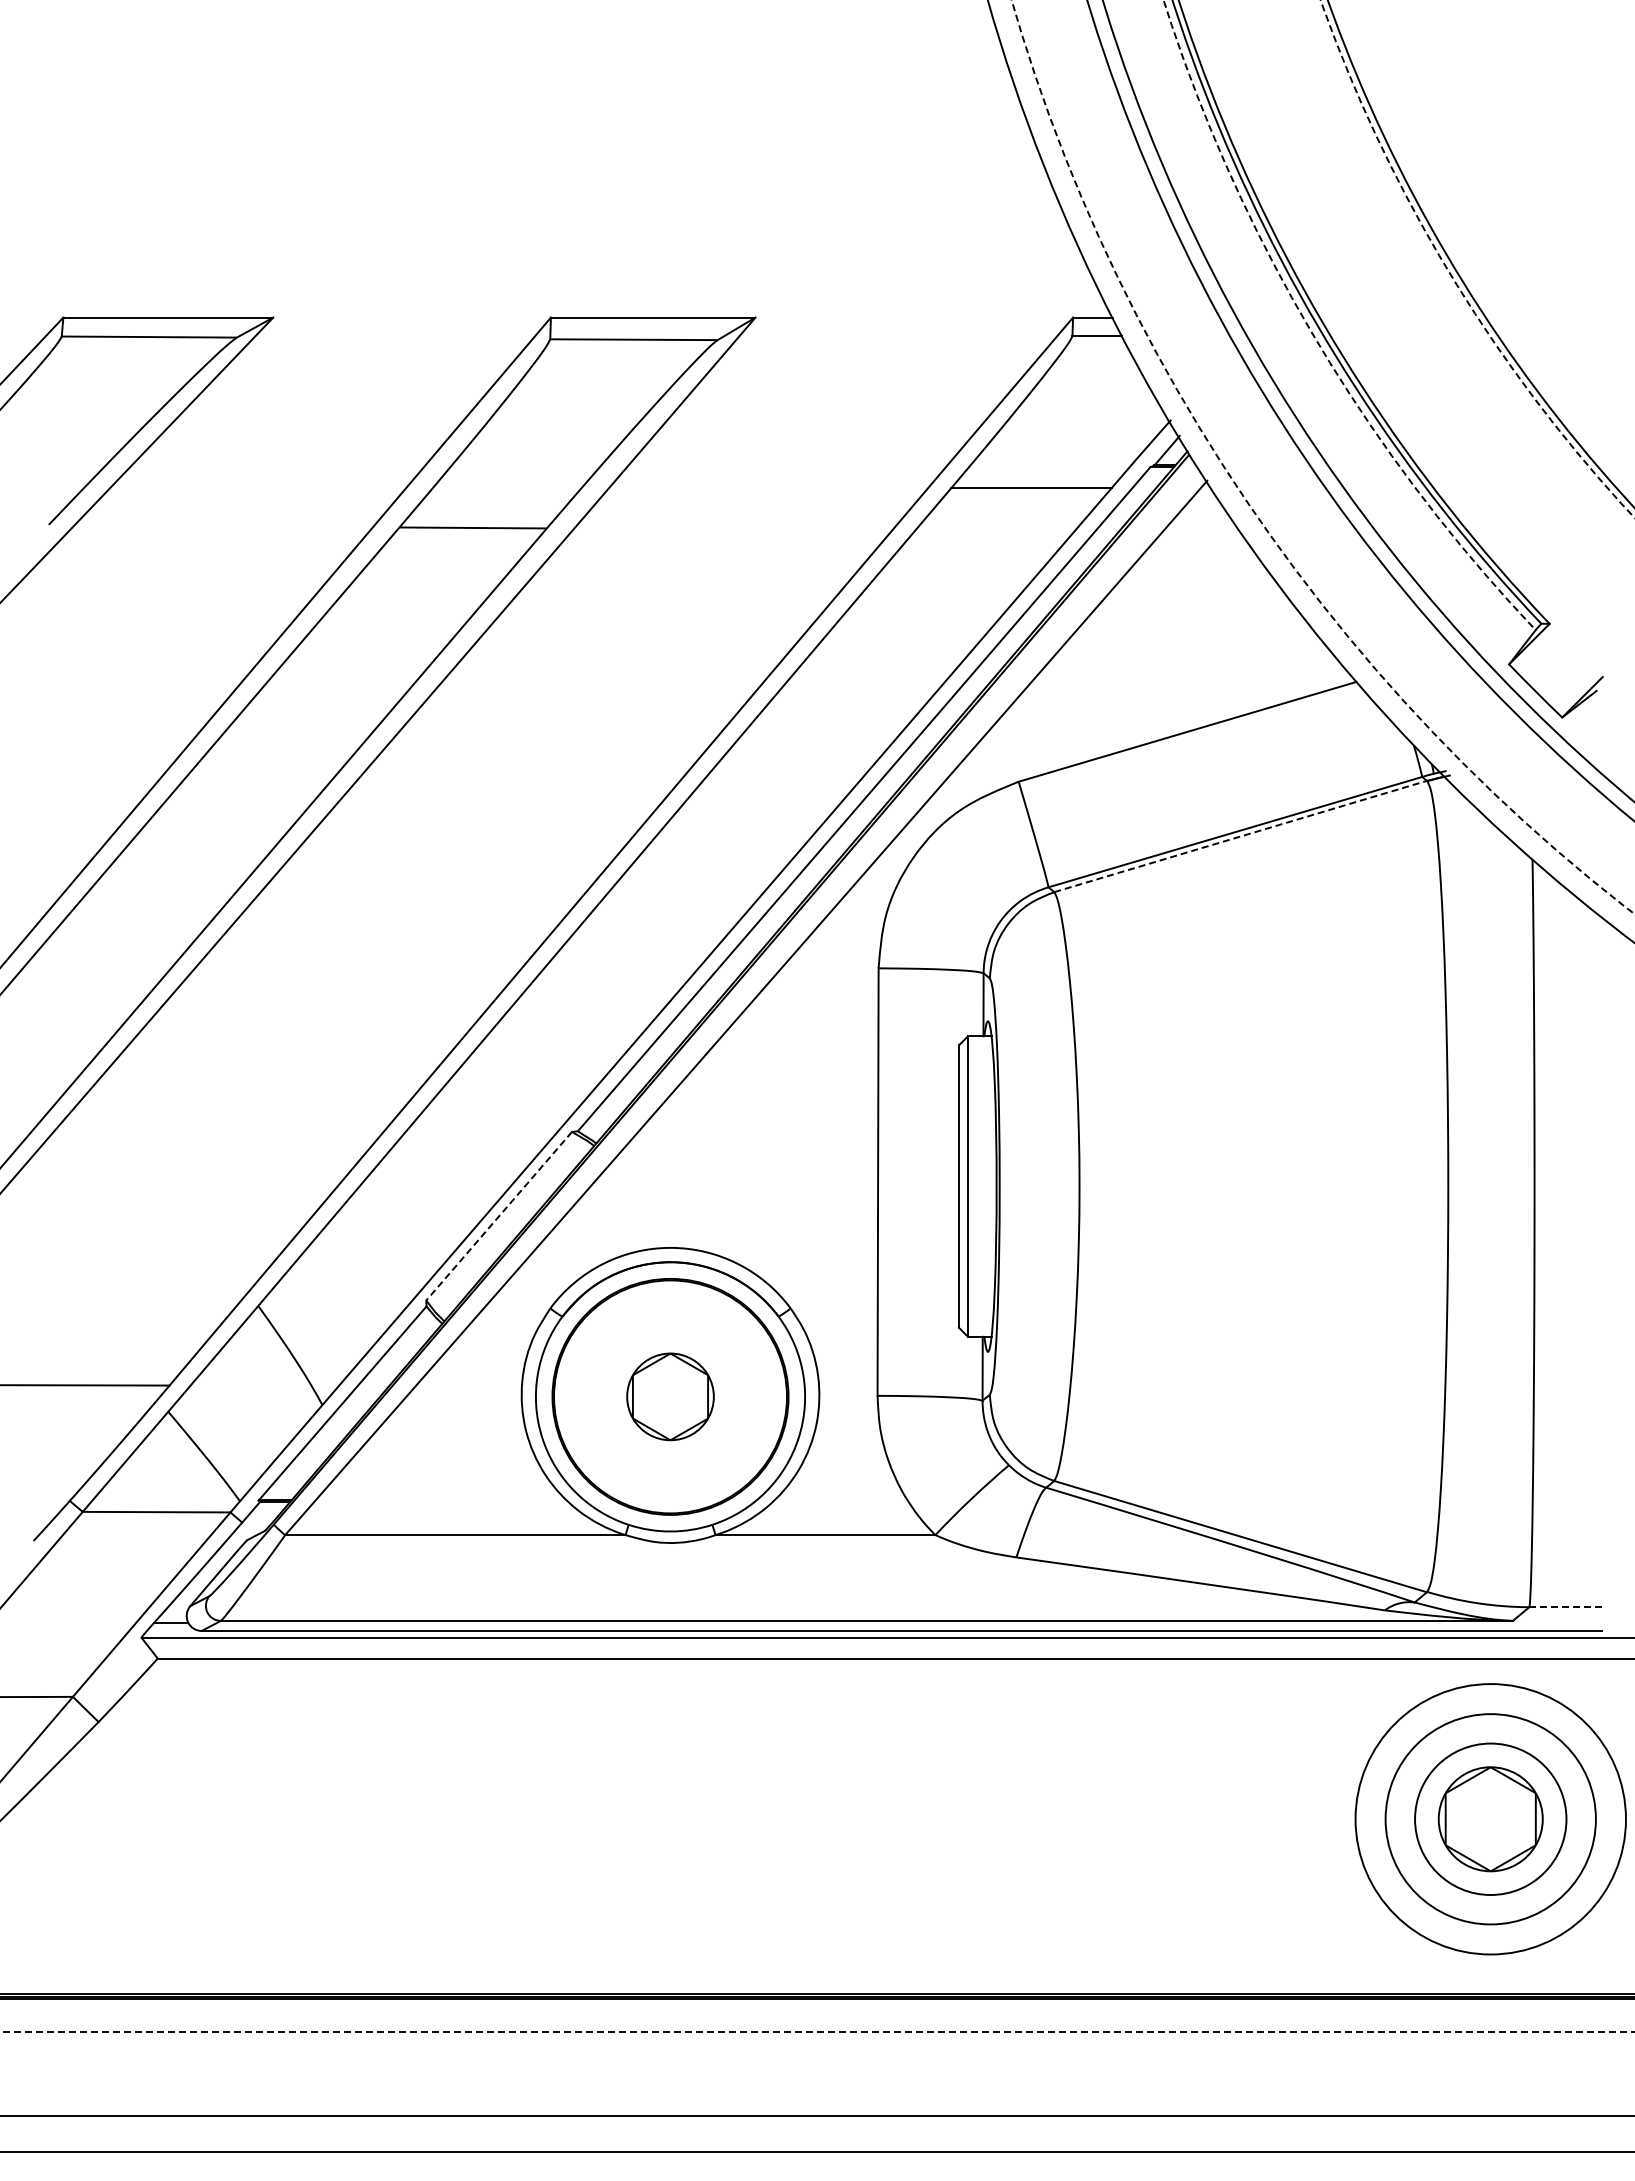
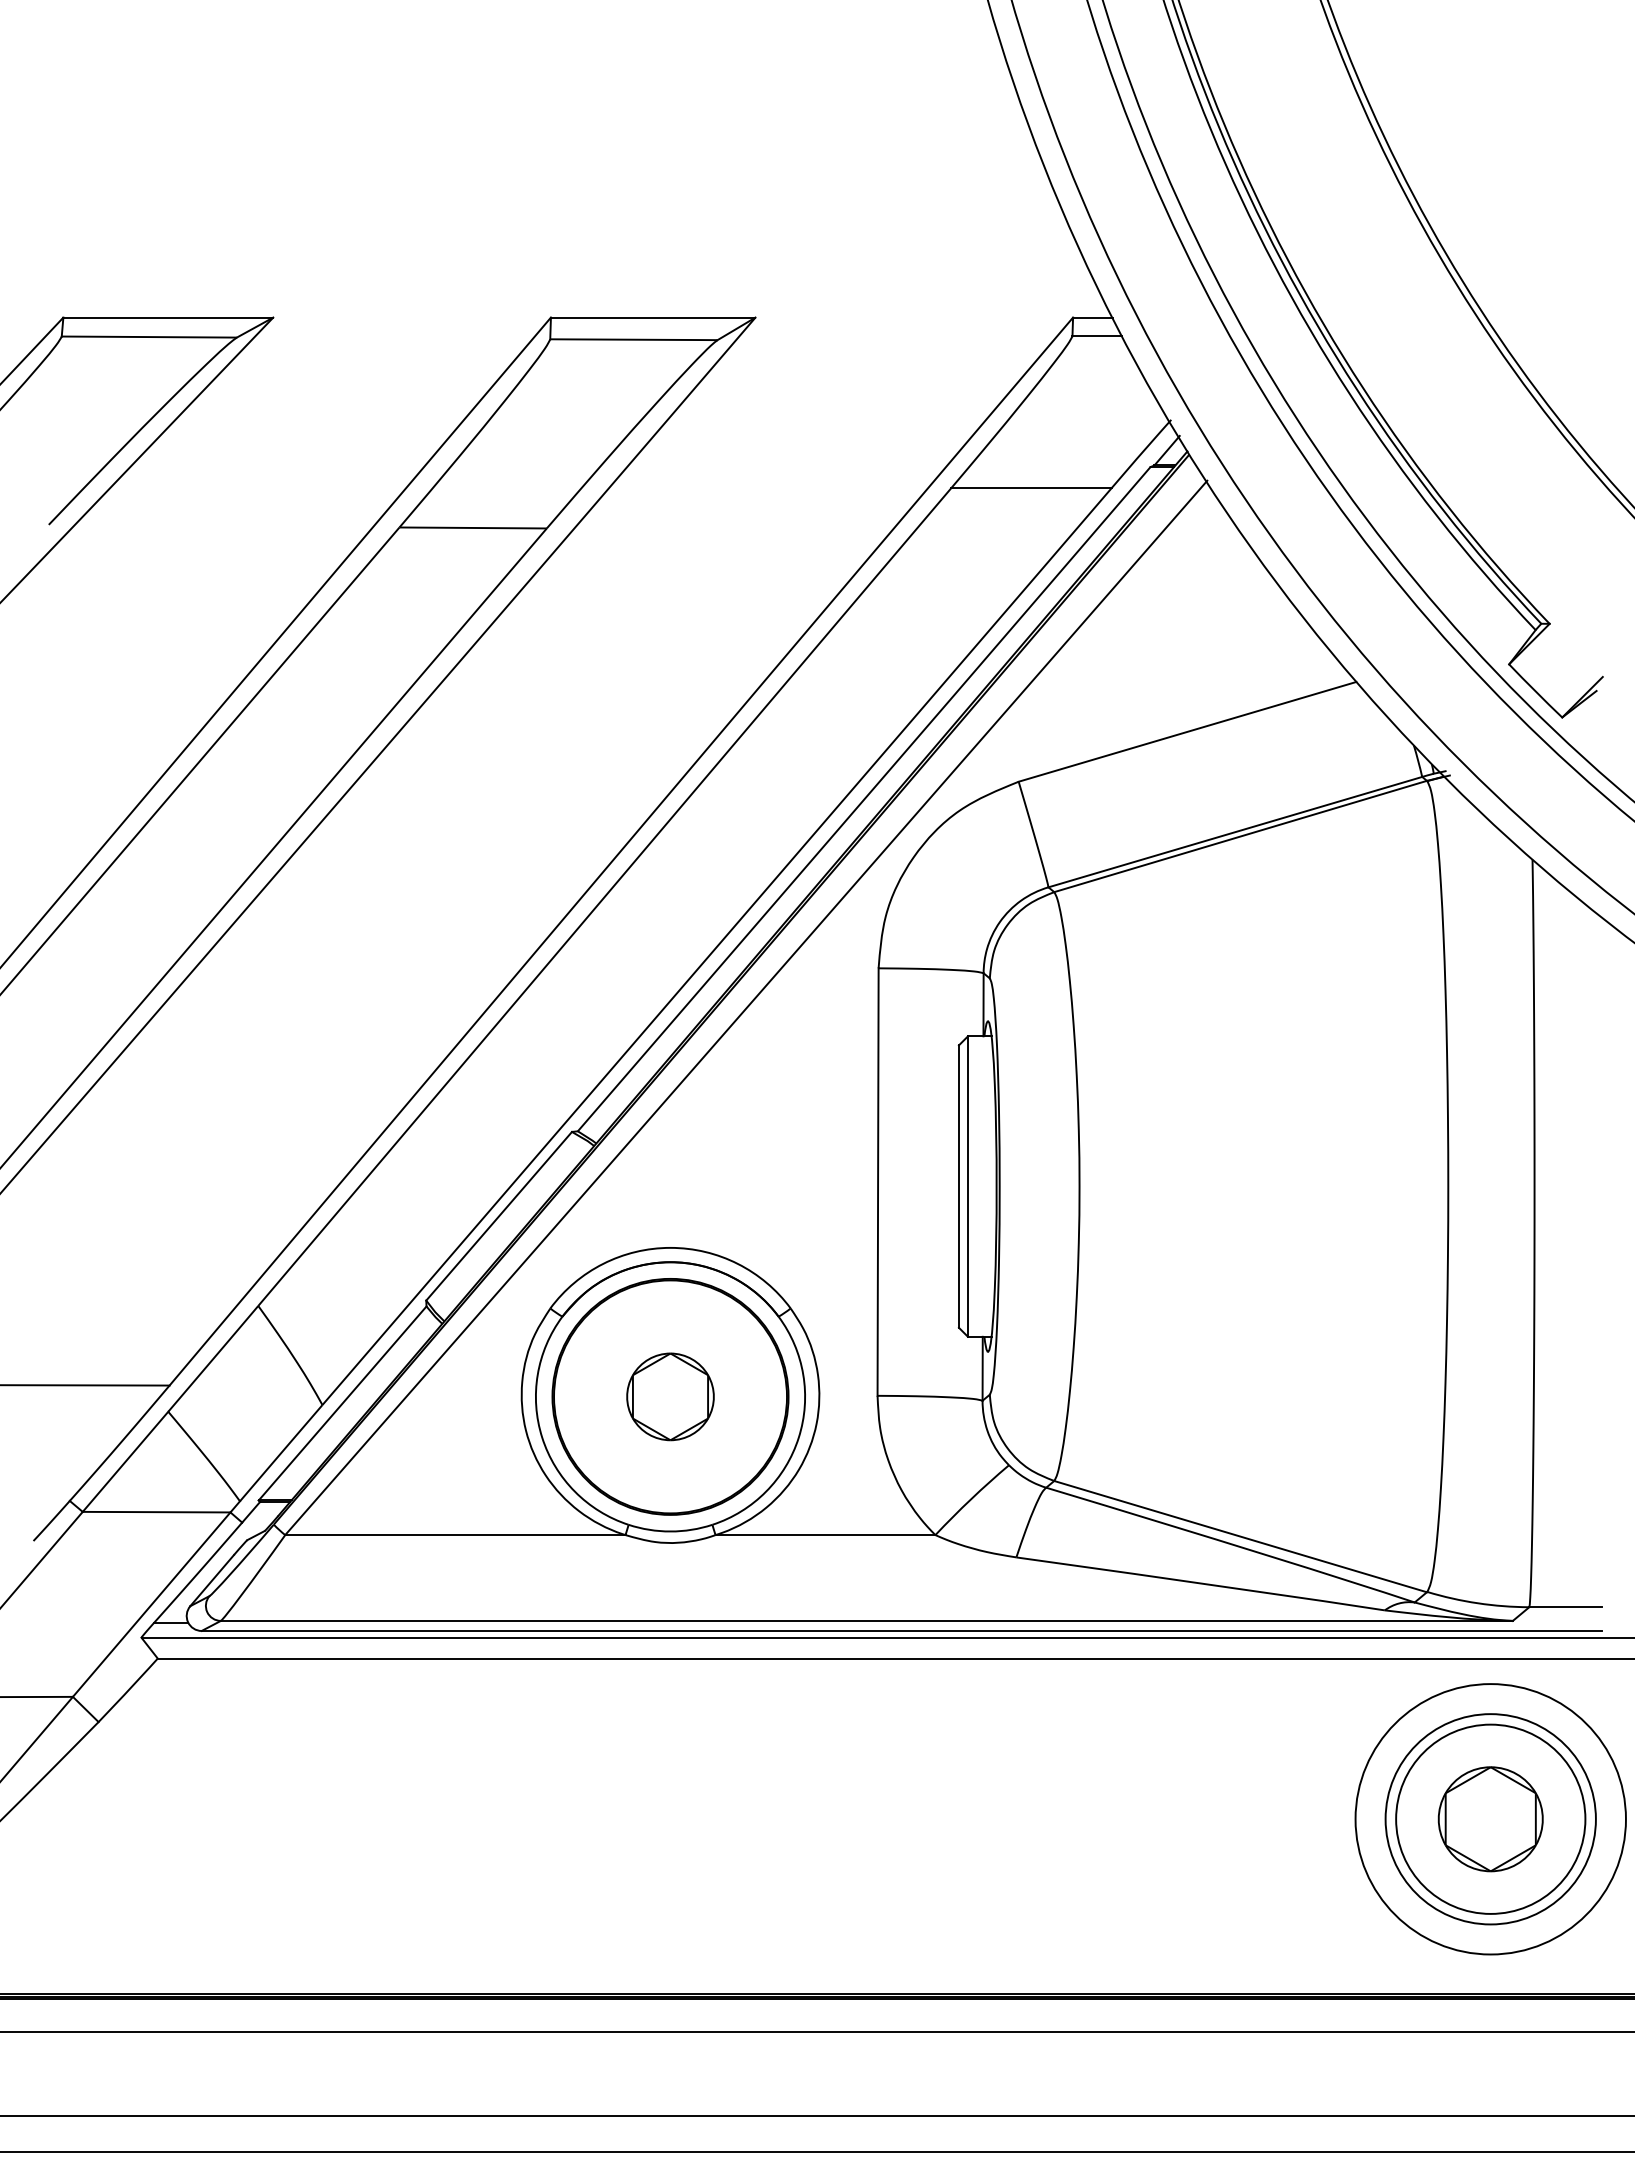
arc at (1452, 277): dashed -> solid
arc at (1313, 334): dashed -> solid
circle at (1322, 457): dashed -> solid
line at (1241, 836): dashed -> solid
line at (498, 1216): dashed -> solid
line at (1566, 1607): dashed -> solid
circle at (1490, 1819) diameter: 151 px -> 189 px
line at (816, 2032): dashed -> solid
